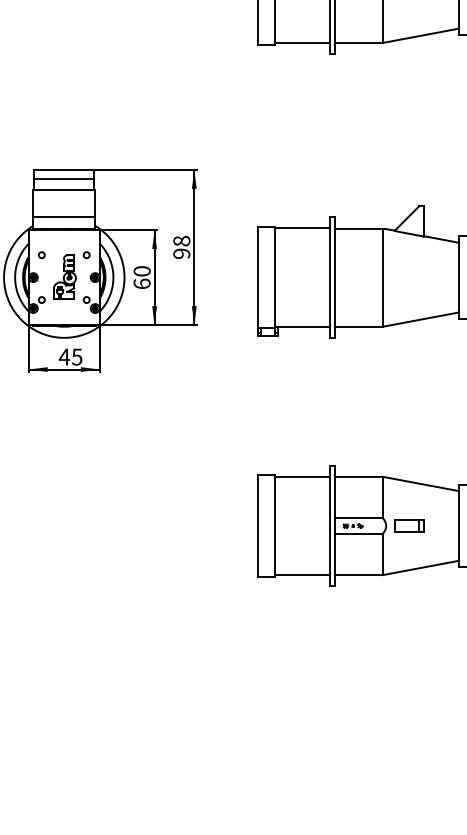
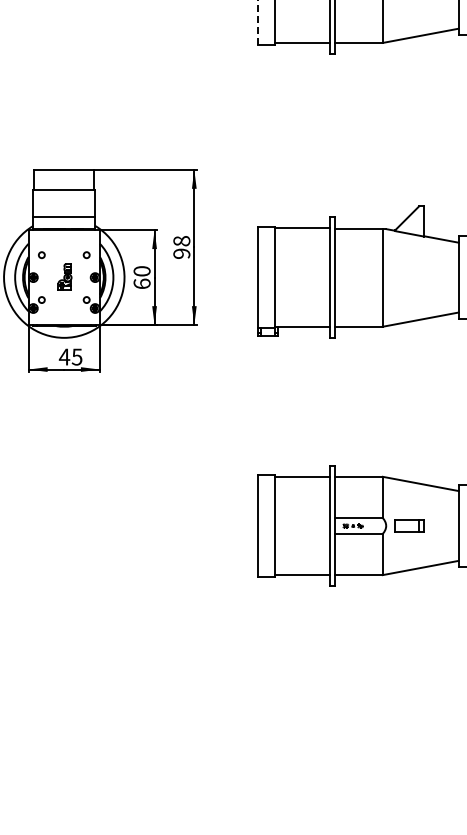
line at (257, 22): solid -> dashed
line at (64, 179): present -> none
part at (64, 276) size: 24x46 px -> 16x28 px
